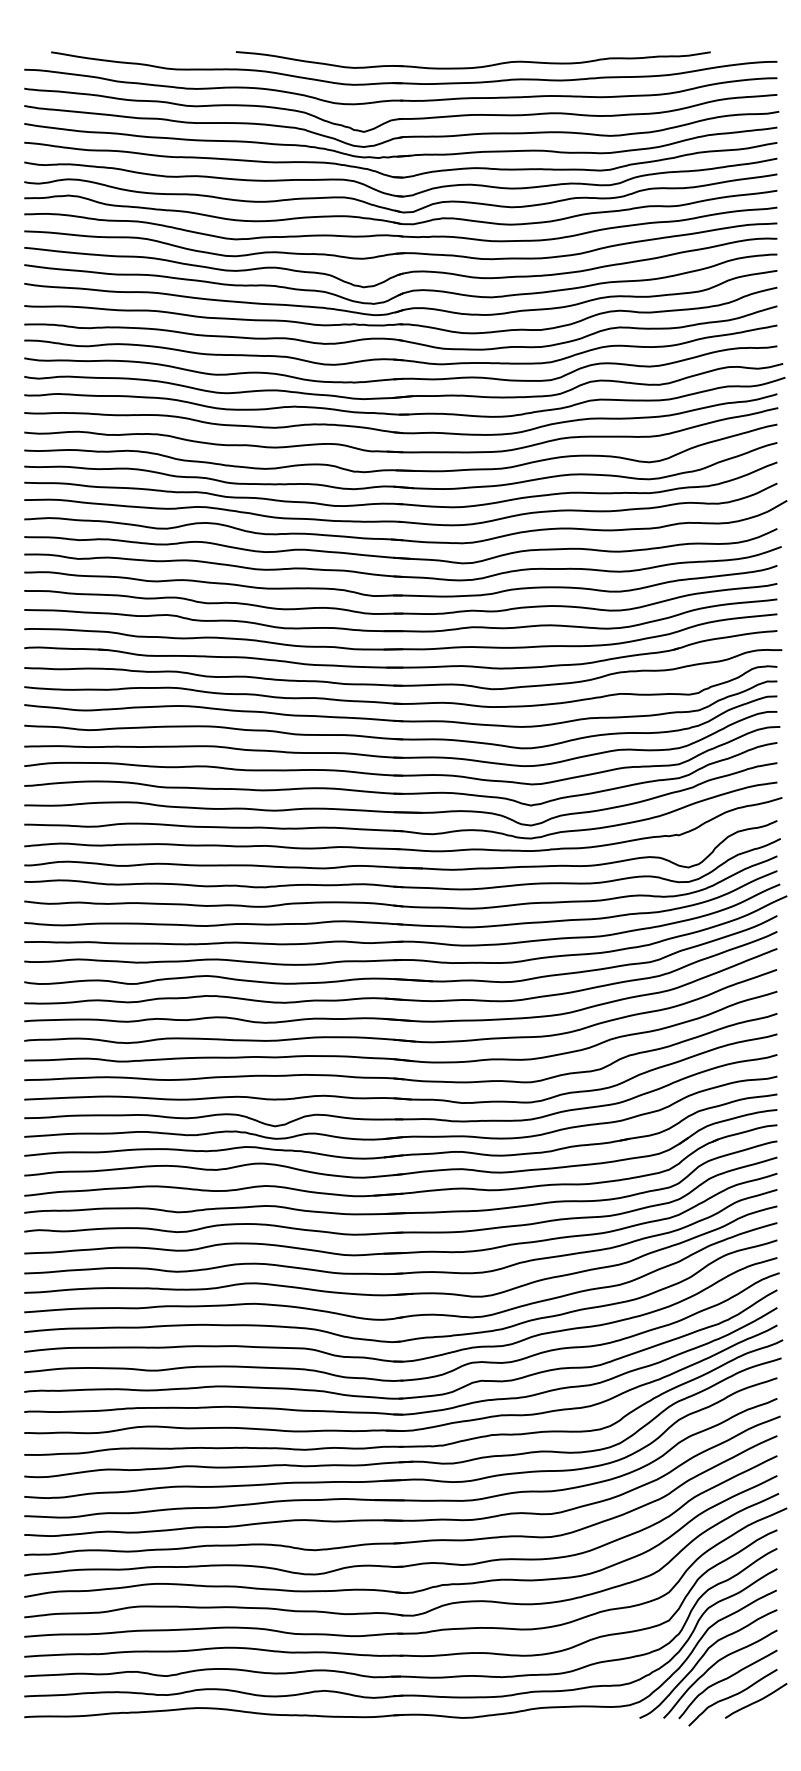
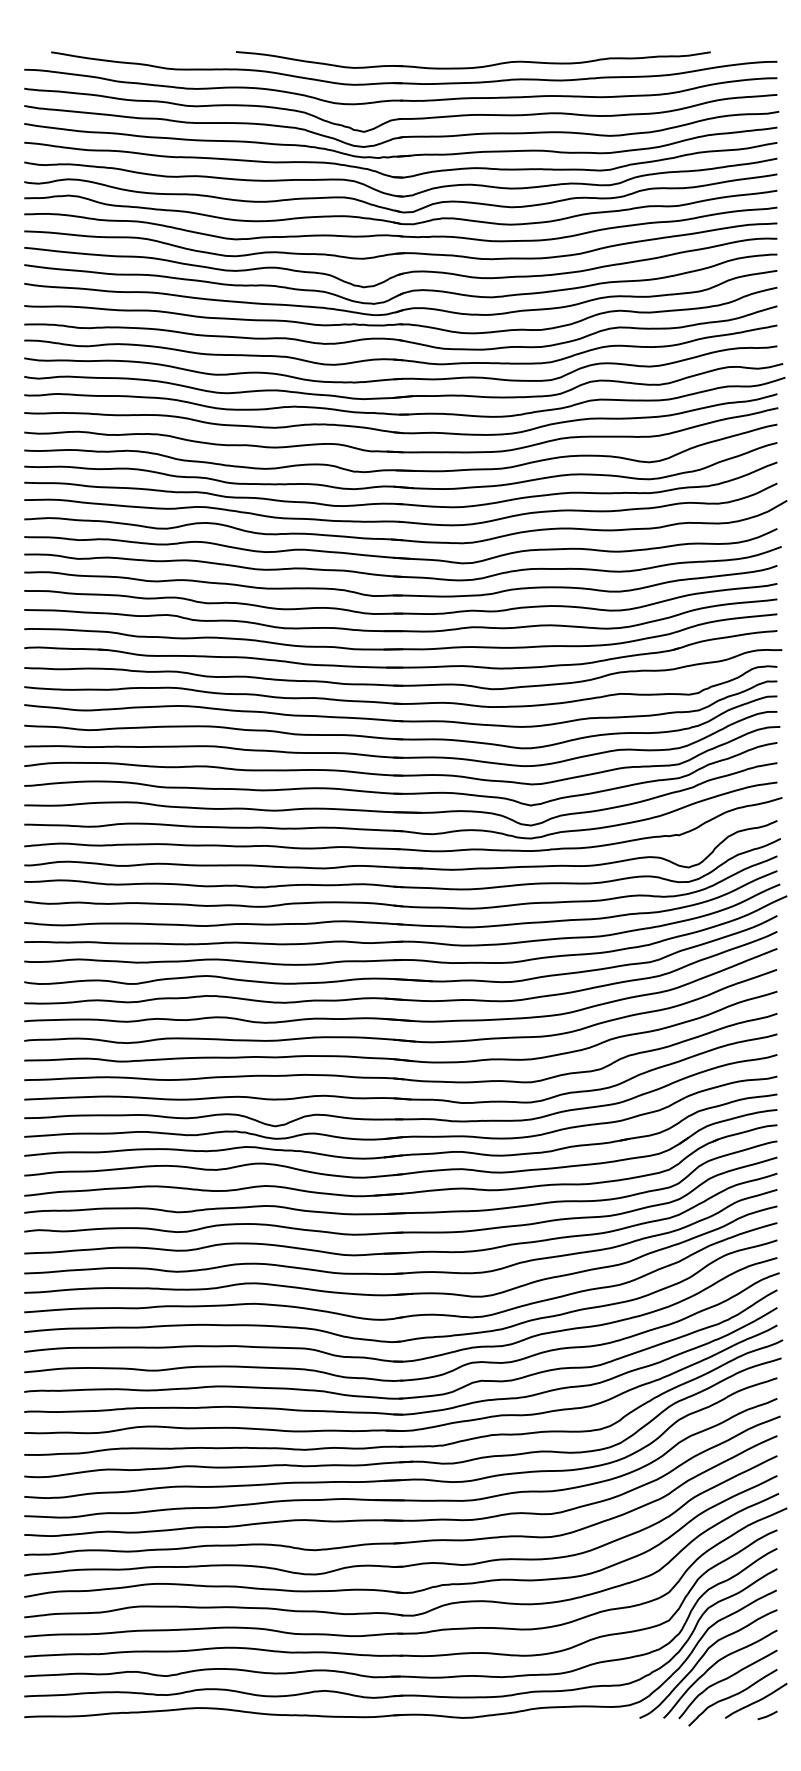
line at (767, 1715): none -> present
